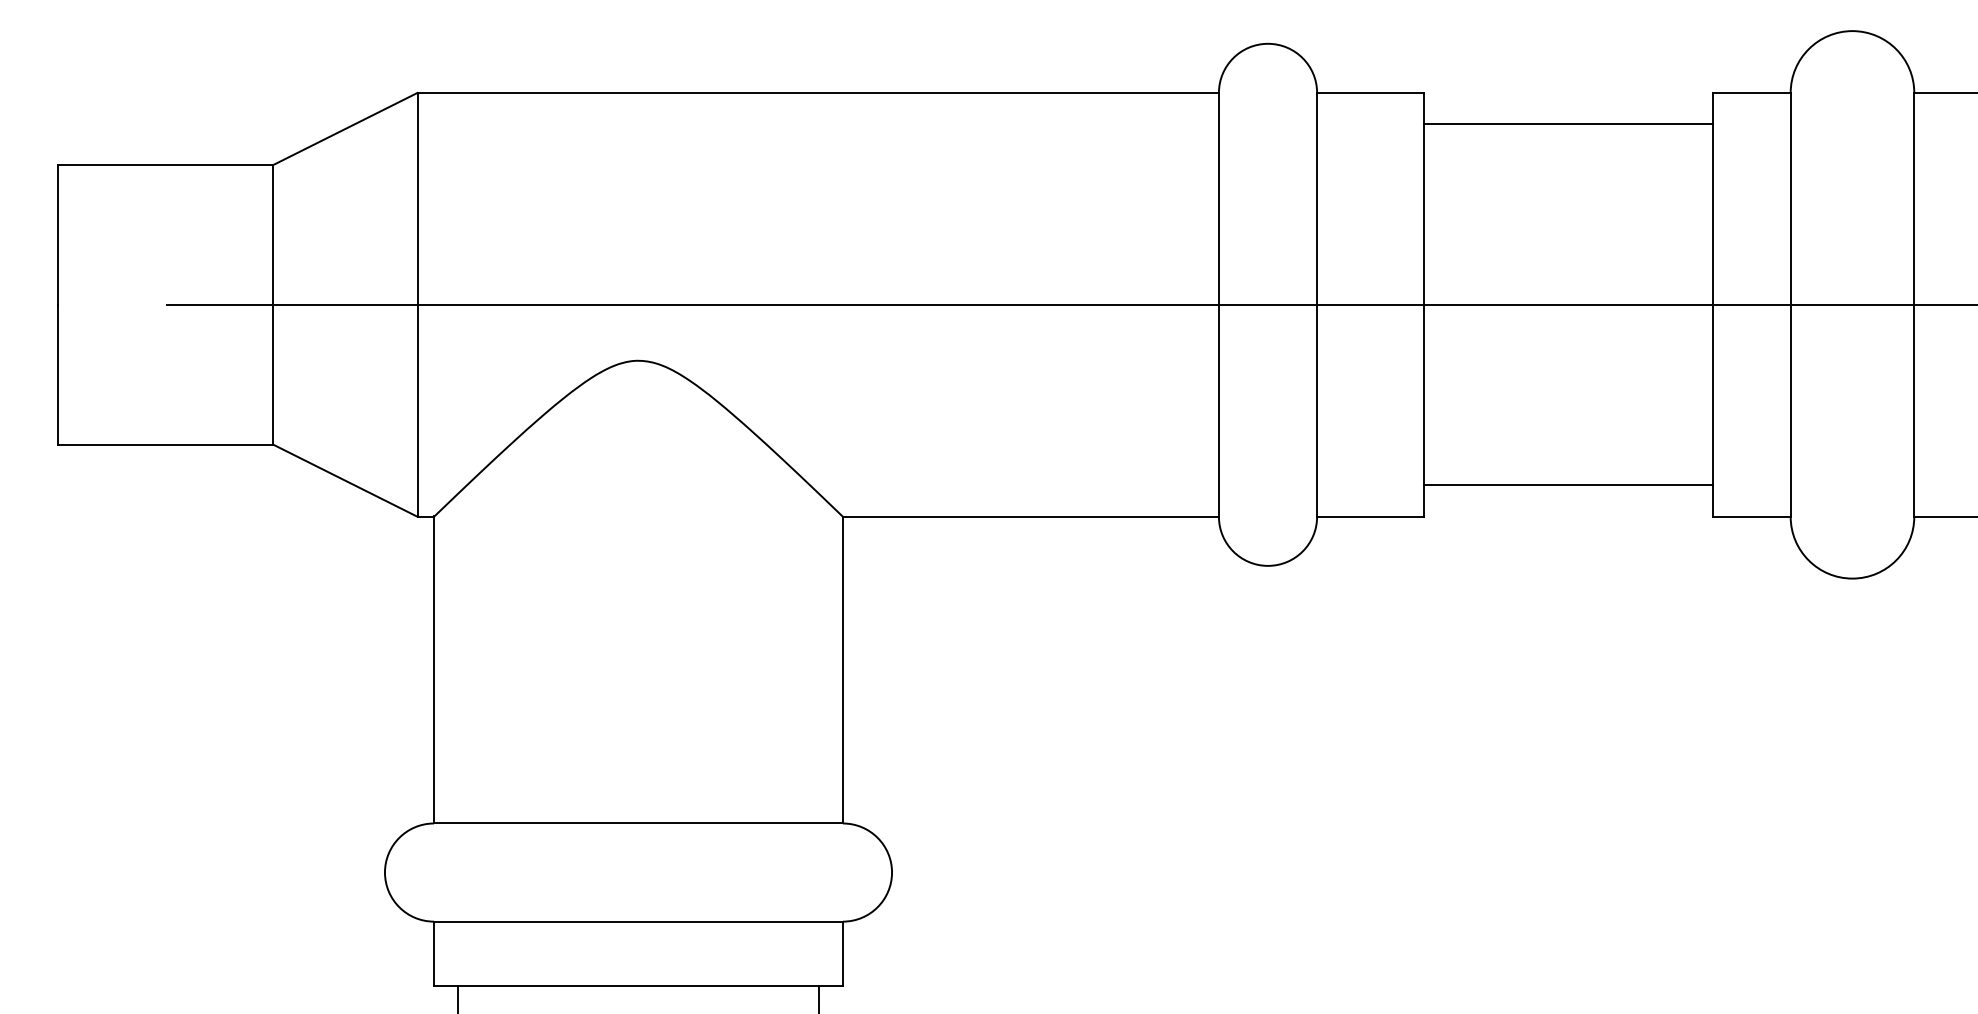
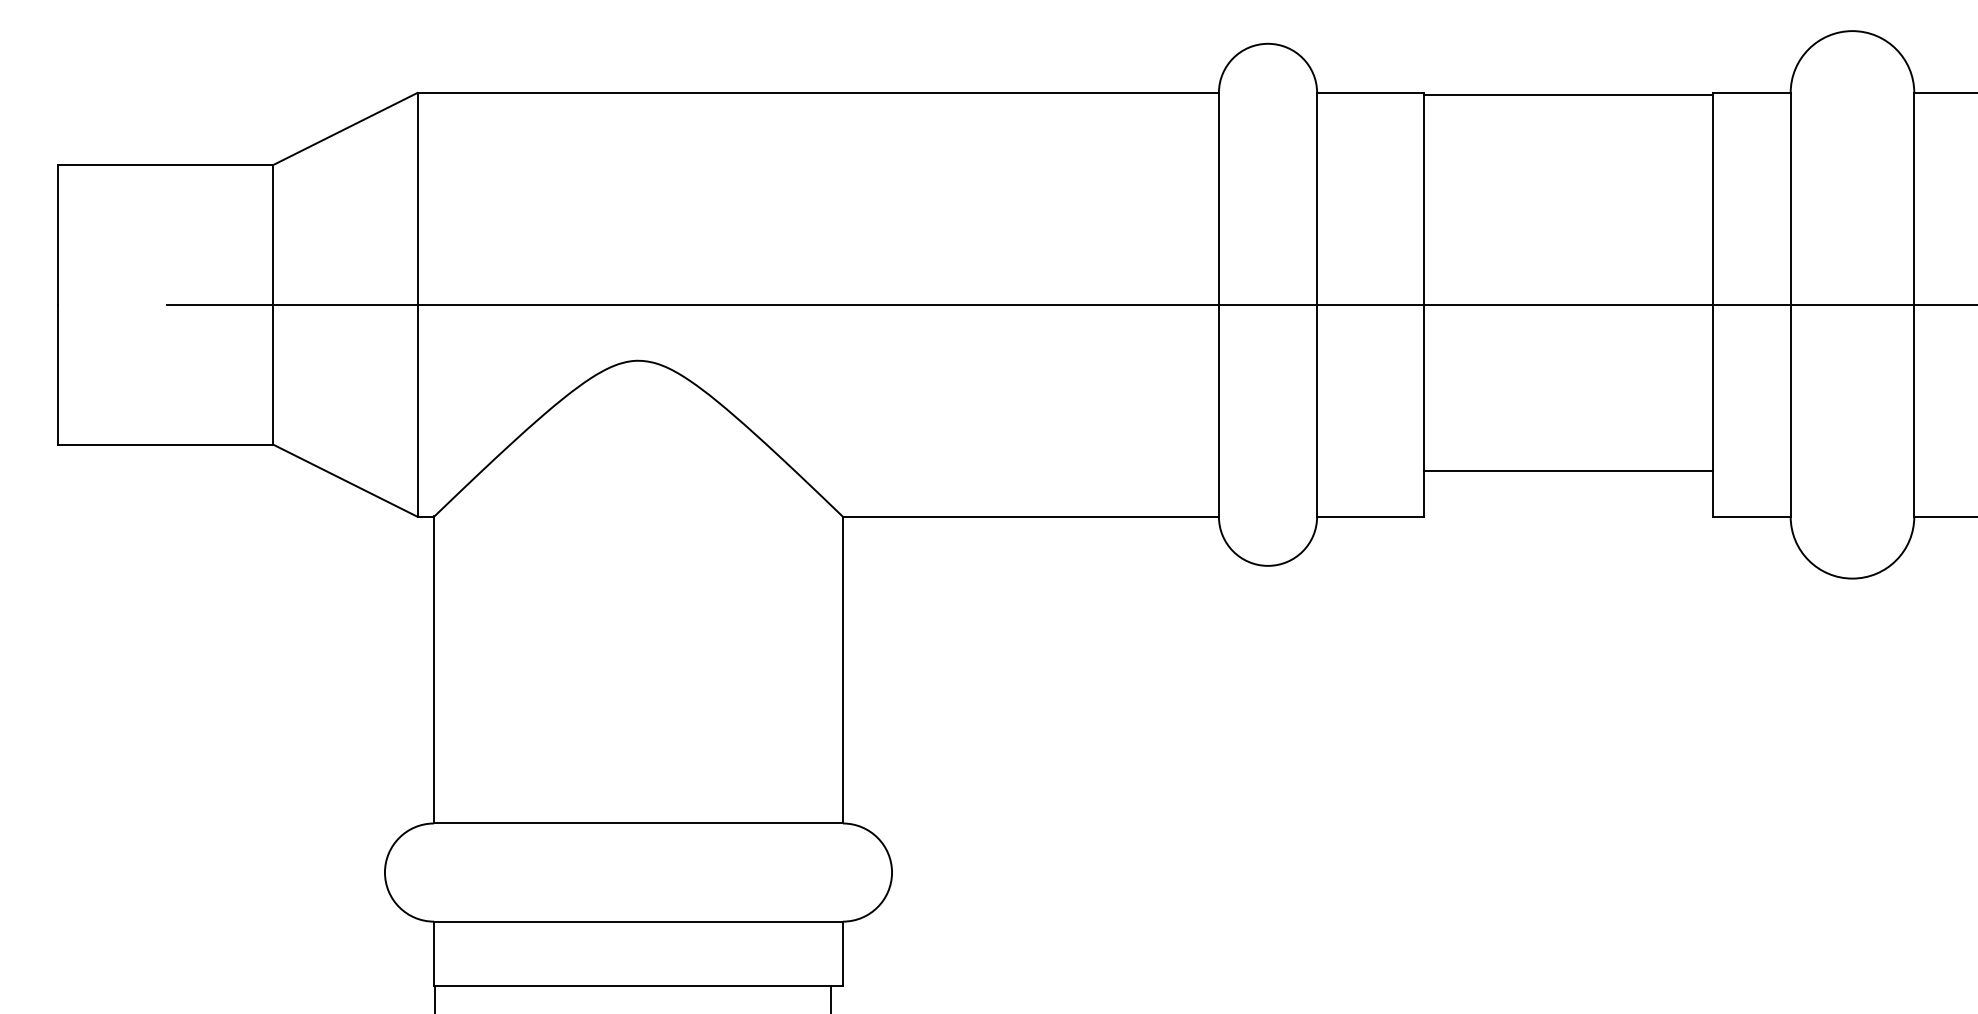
line at (1567, 124) position: (1567, 124) -> (1567, 95)
line at (1567, 485) position: (1567, 485) -> (1567, 471)
line at (458, 998) position: (458, 998) -> (435, 998)
line at (818, 998) position: (818, 998) -> (830, 998)
